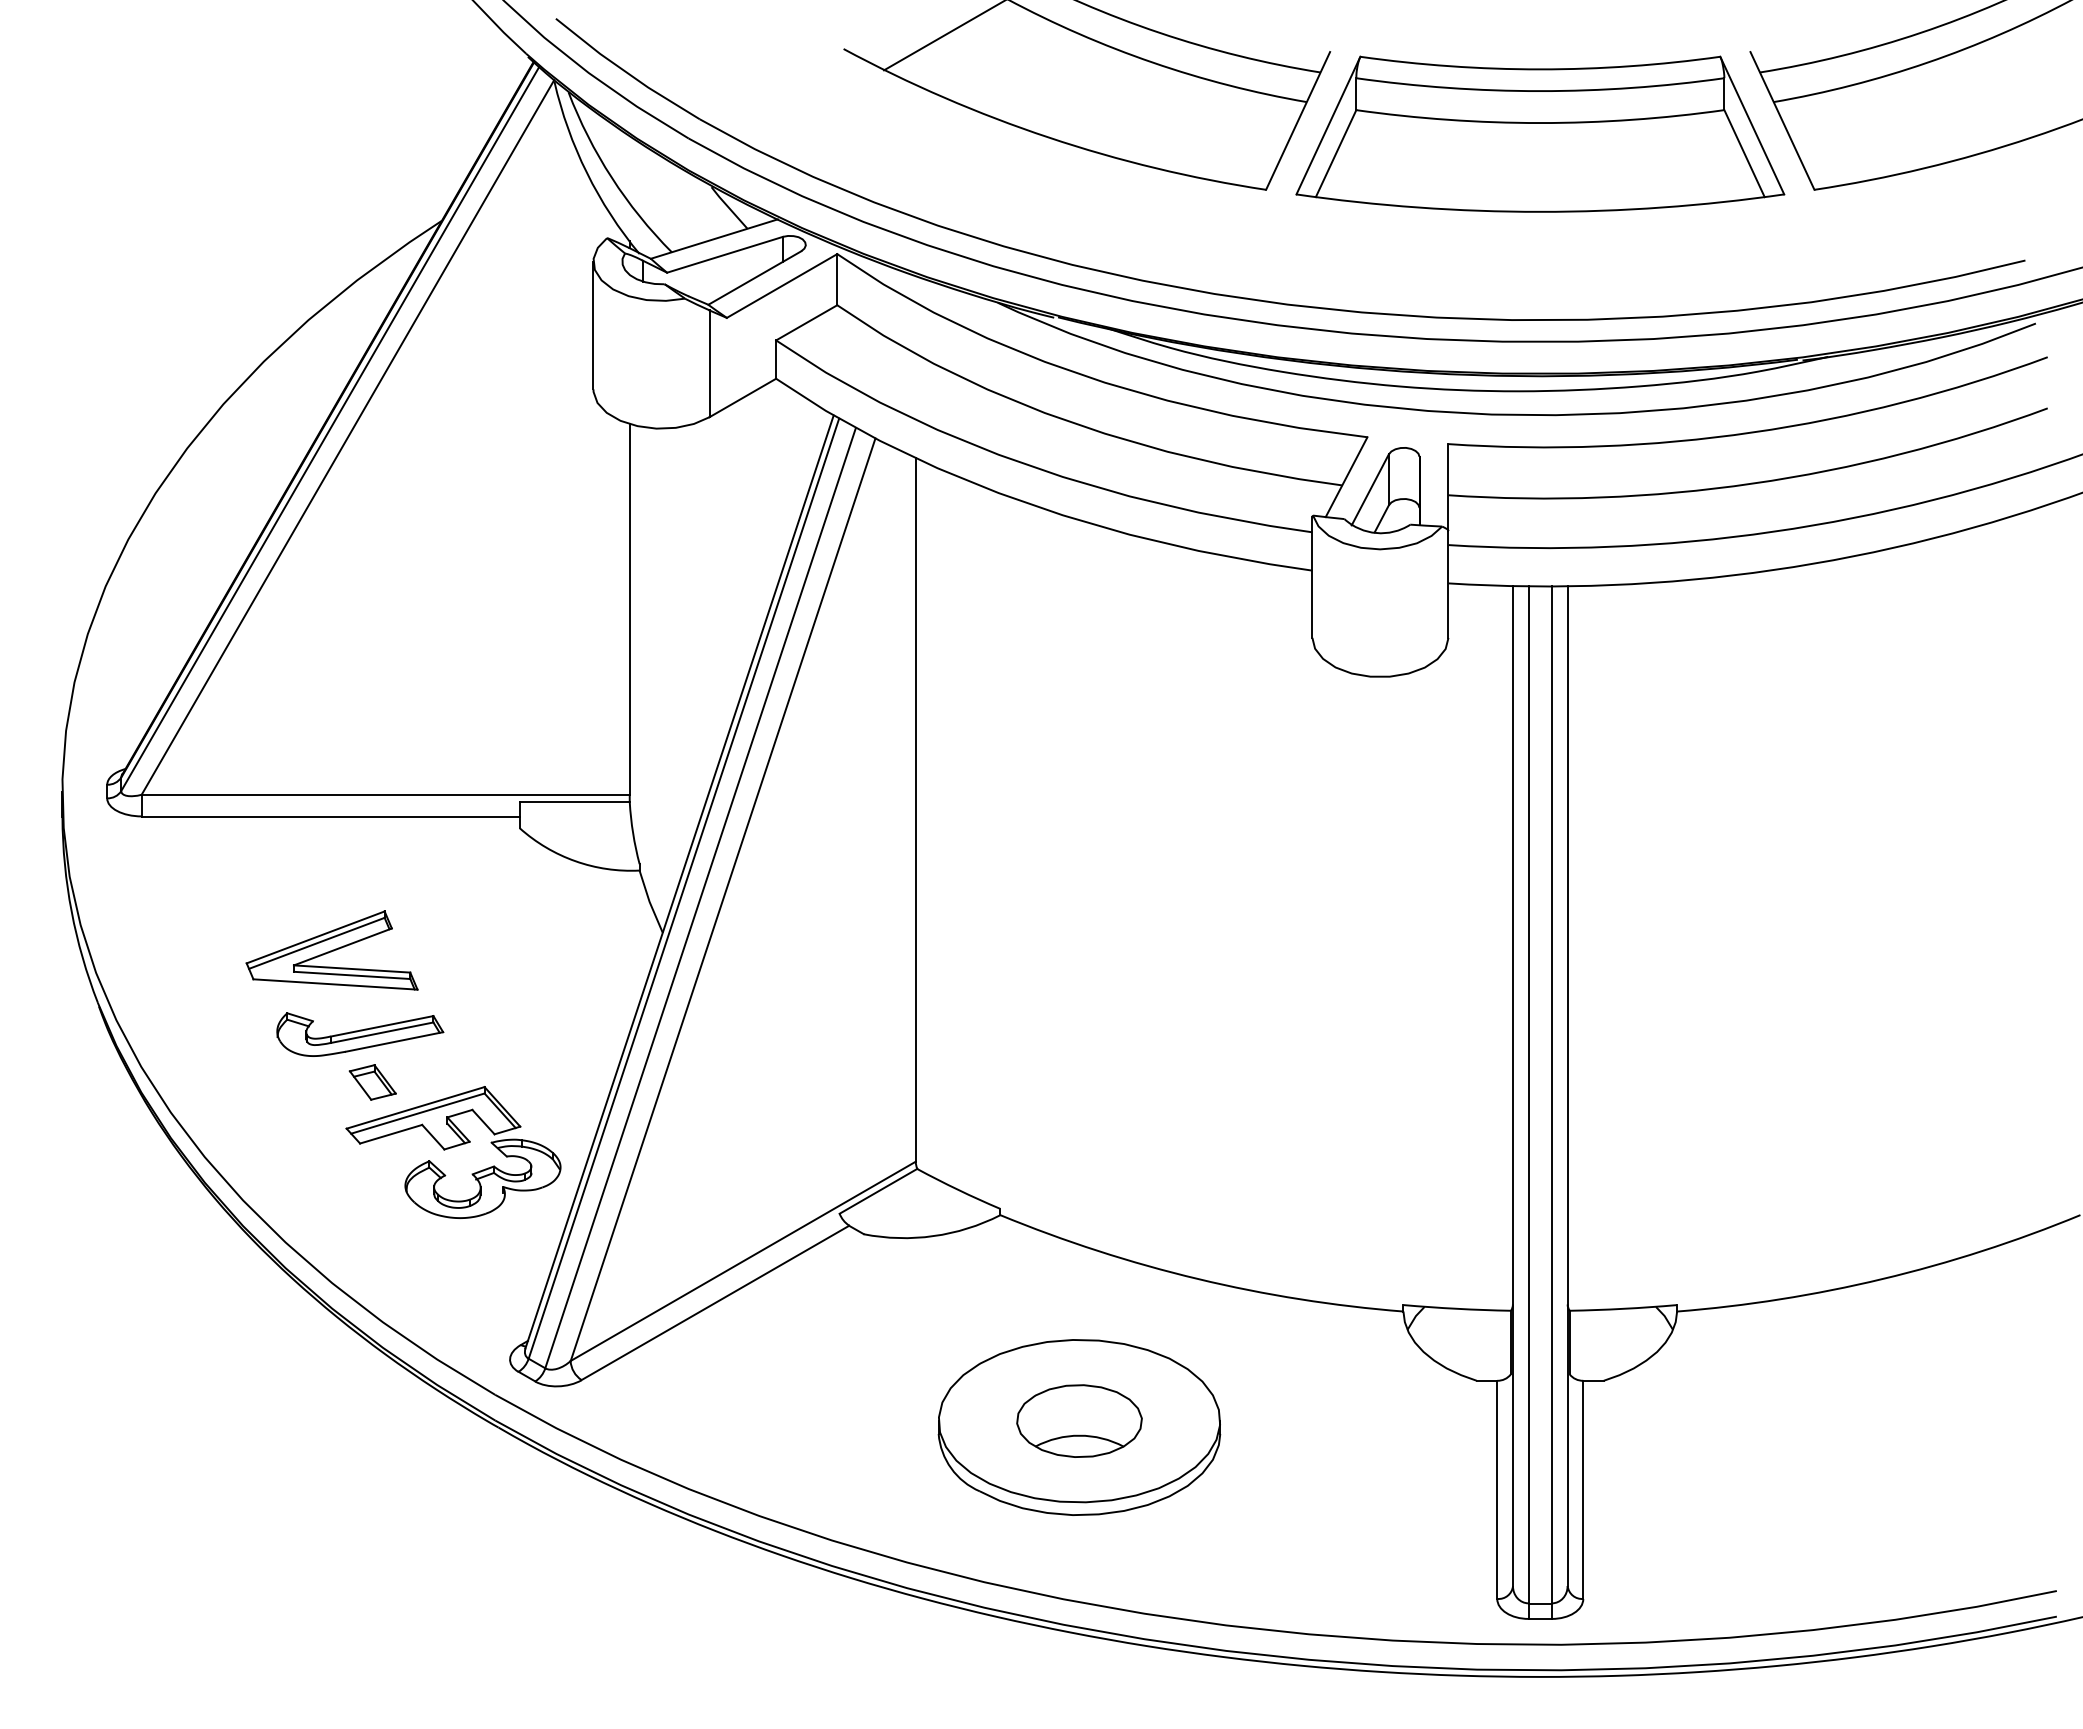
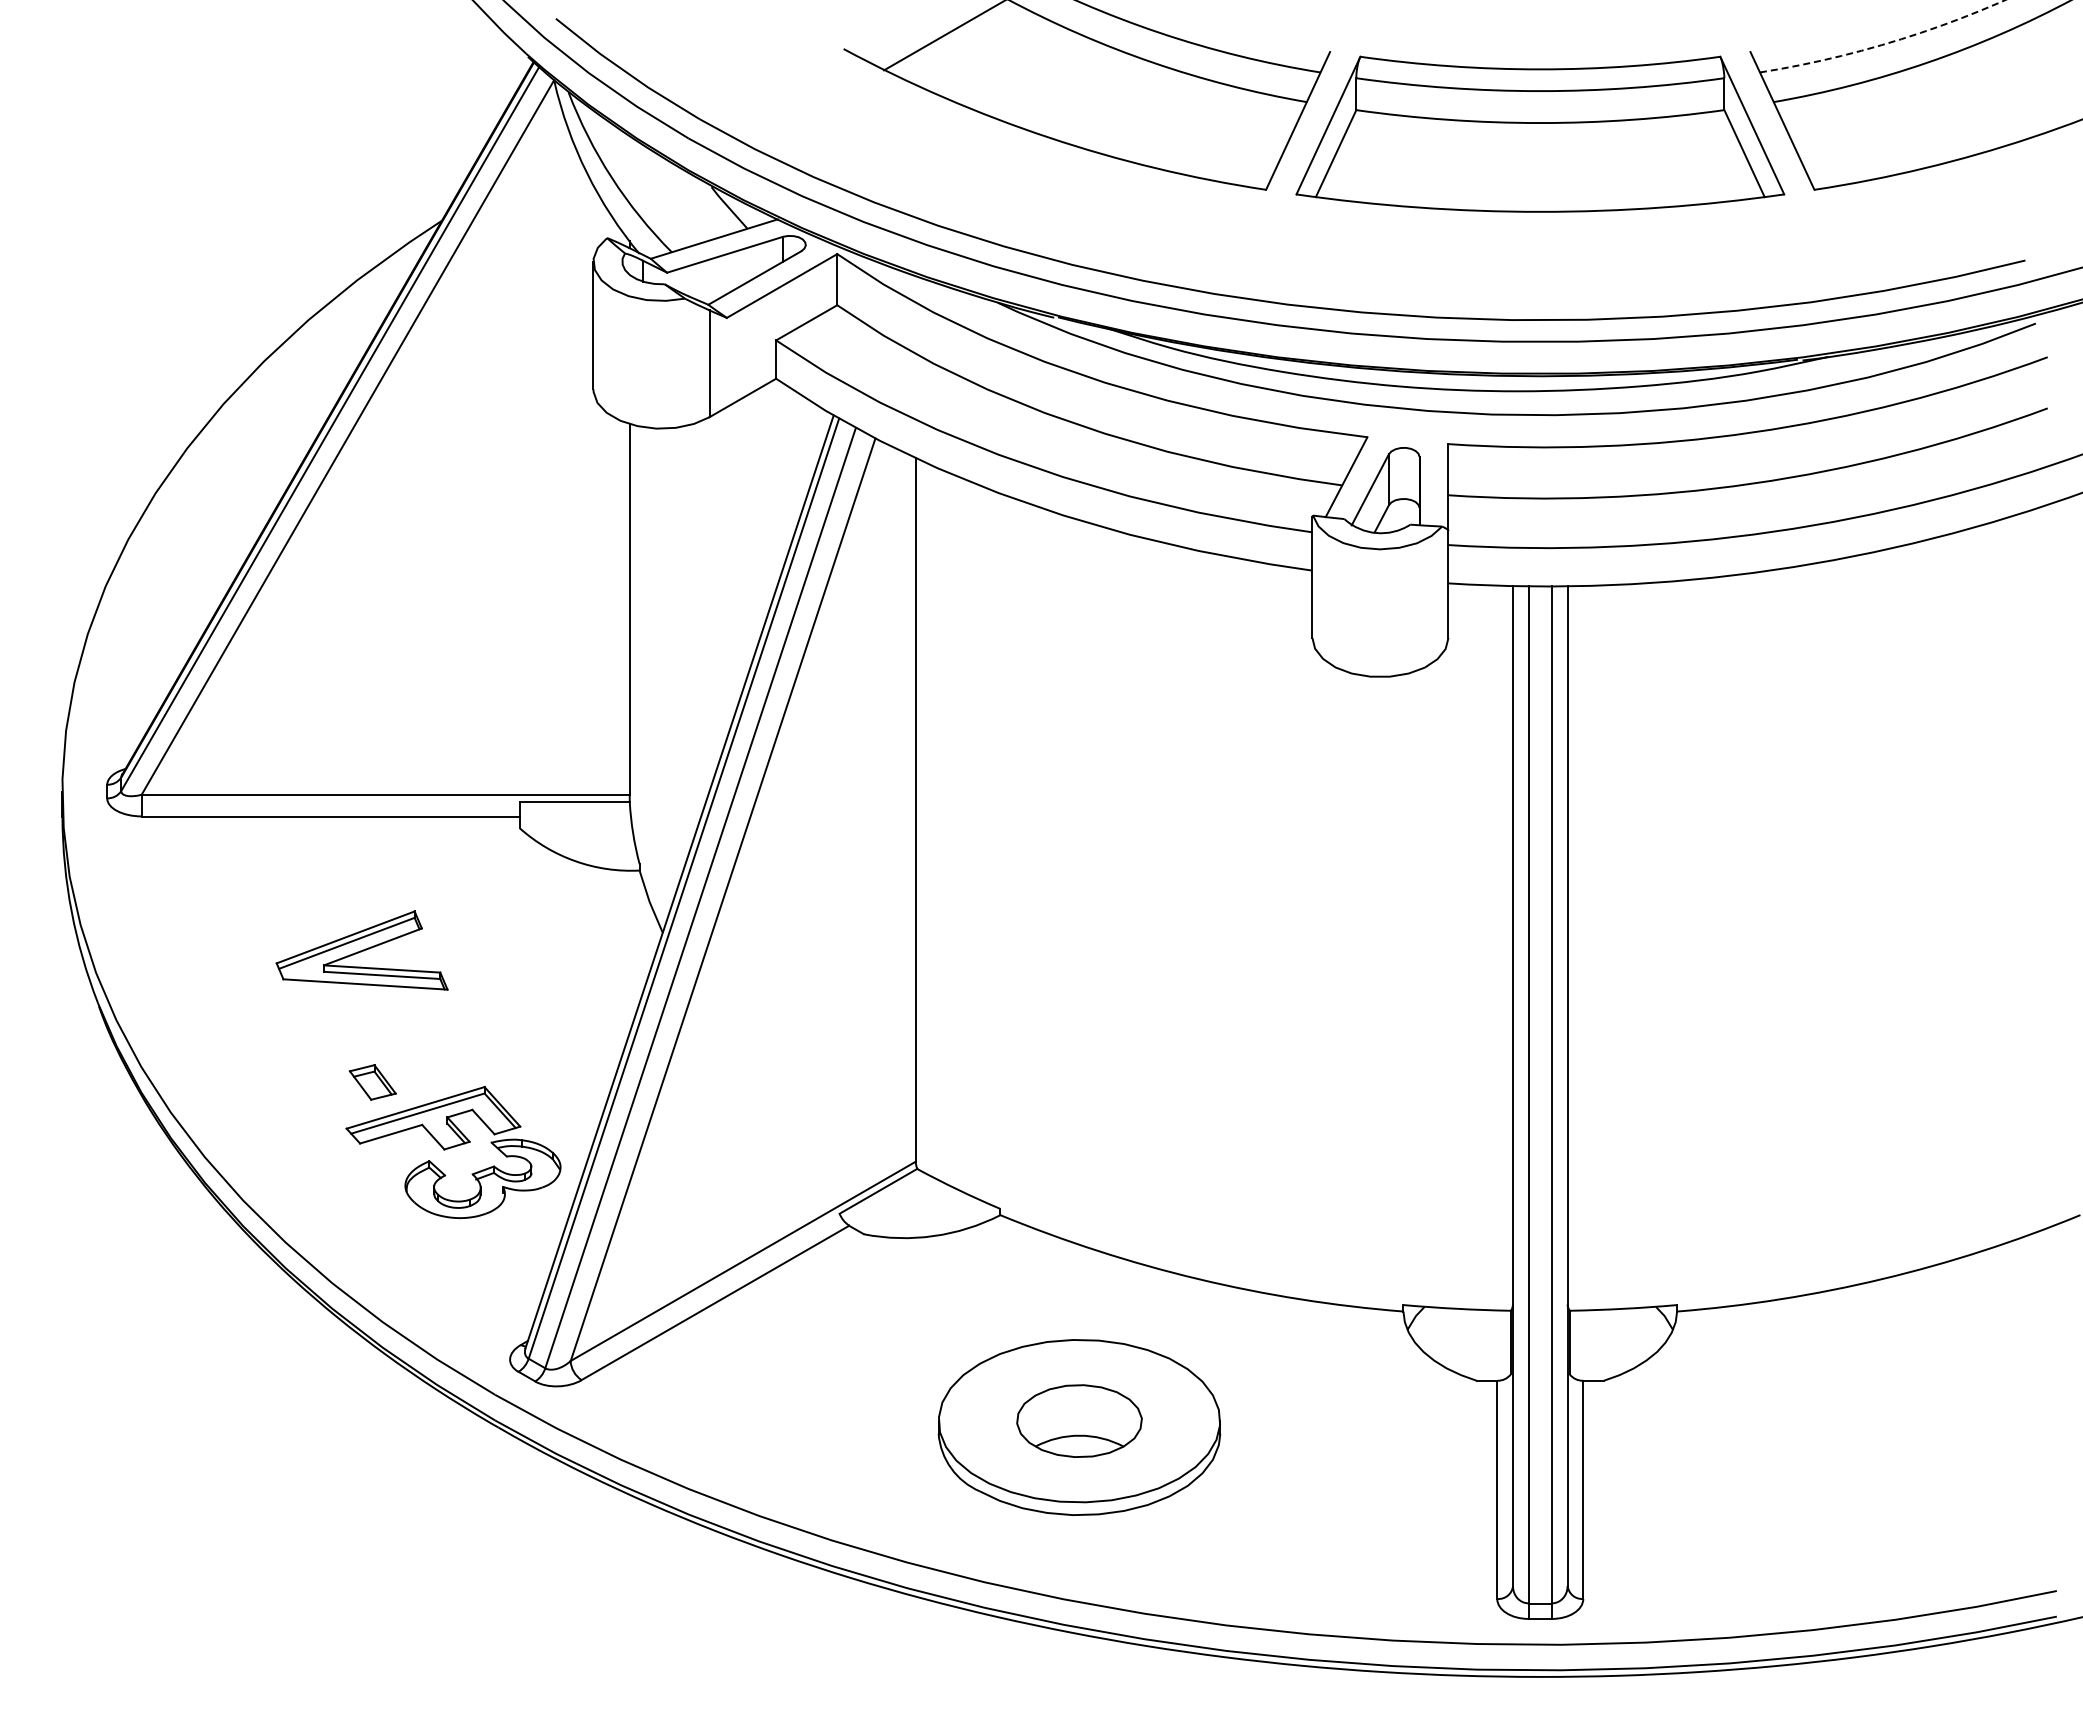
arc at (1885, 44): solid -> dashed
part at (331, 950) position: (331, 950) -> (361, 950)
part at (360, 1034): present -> none
